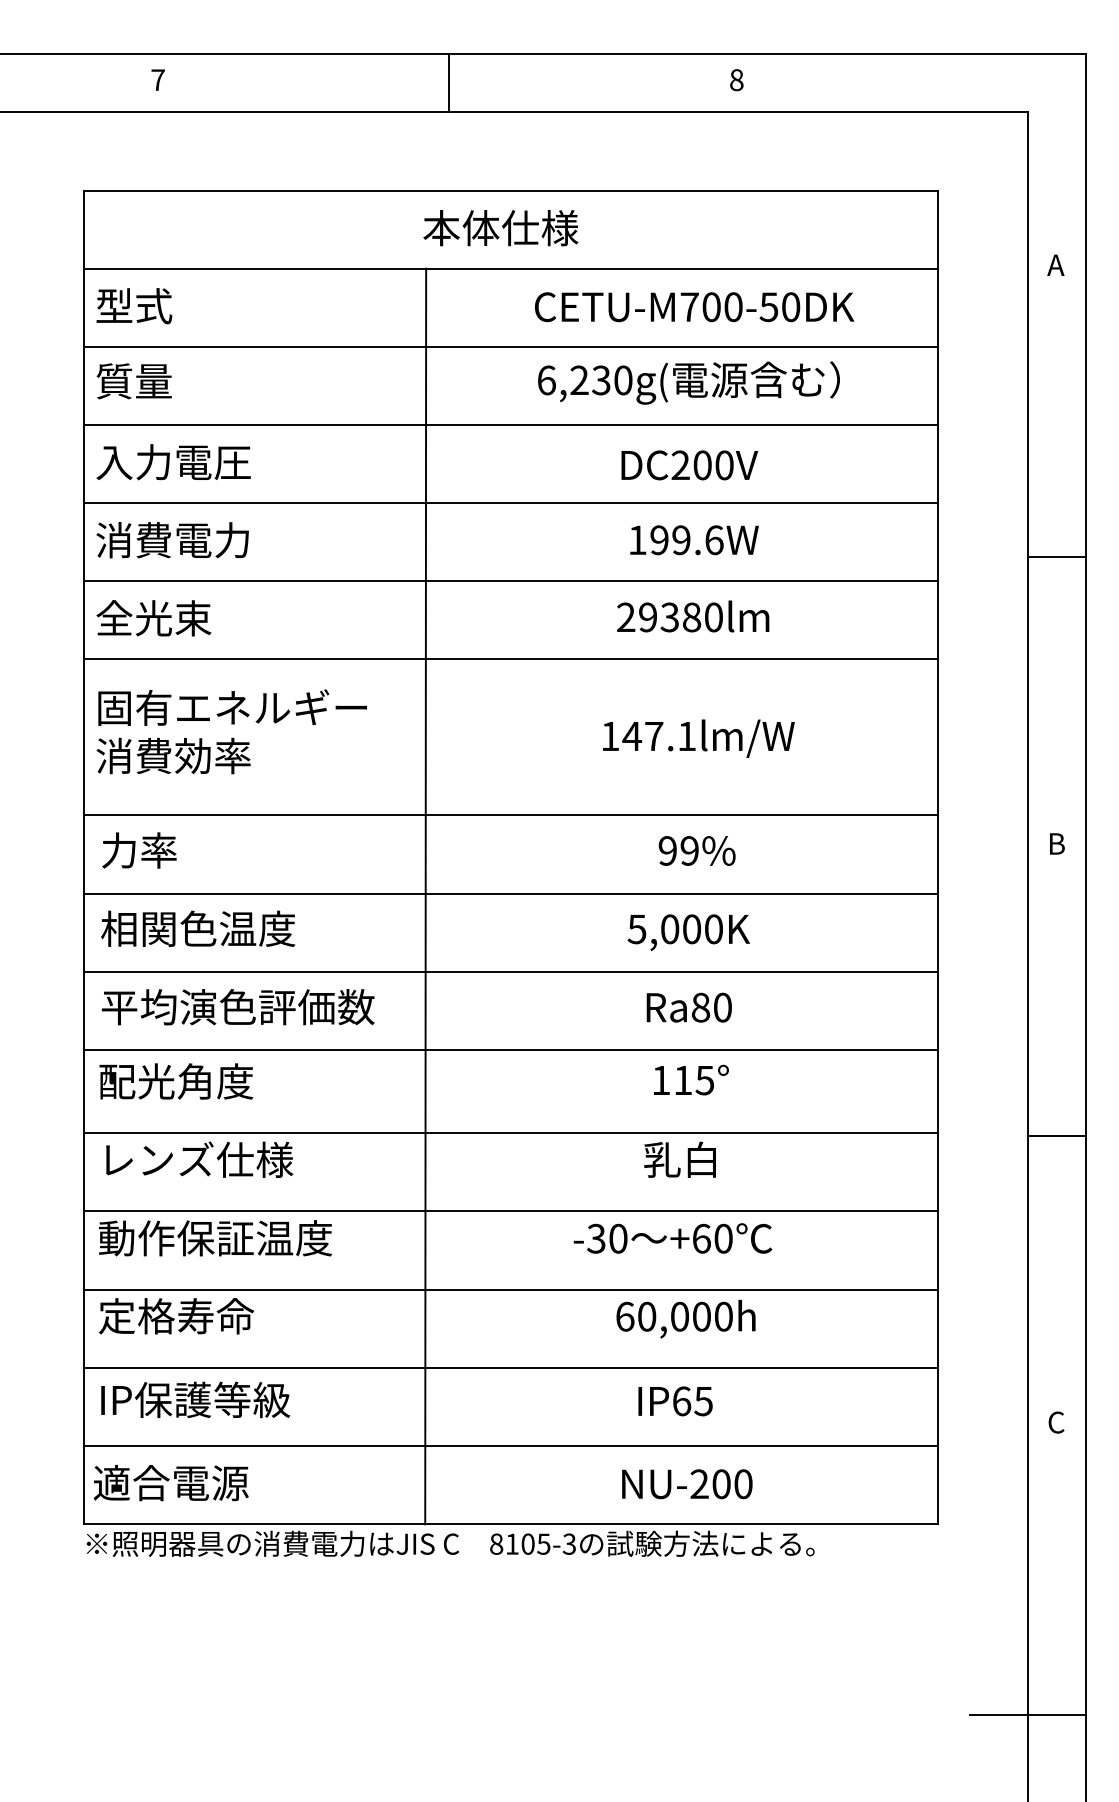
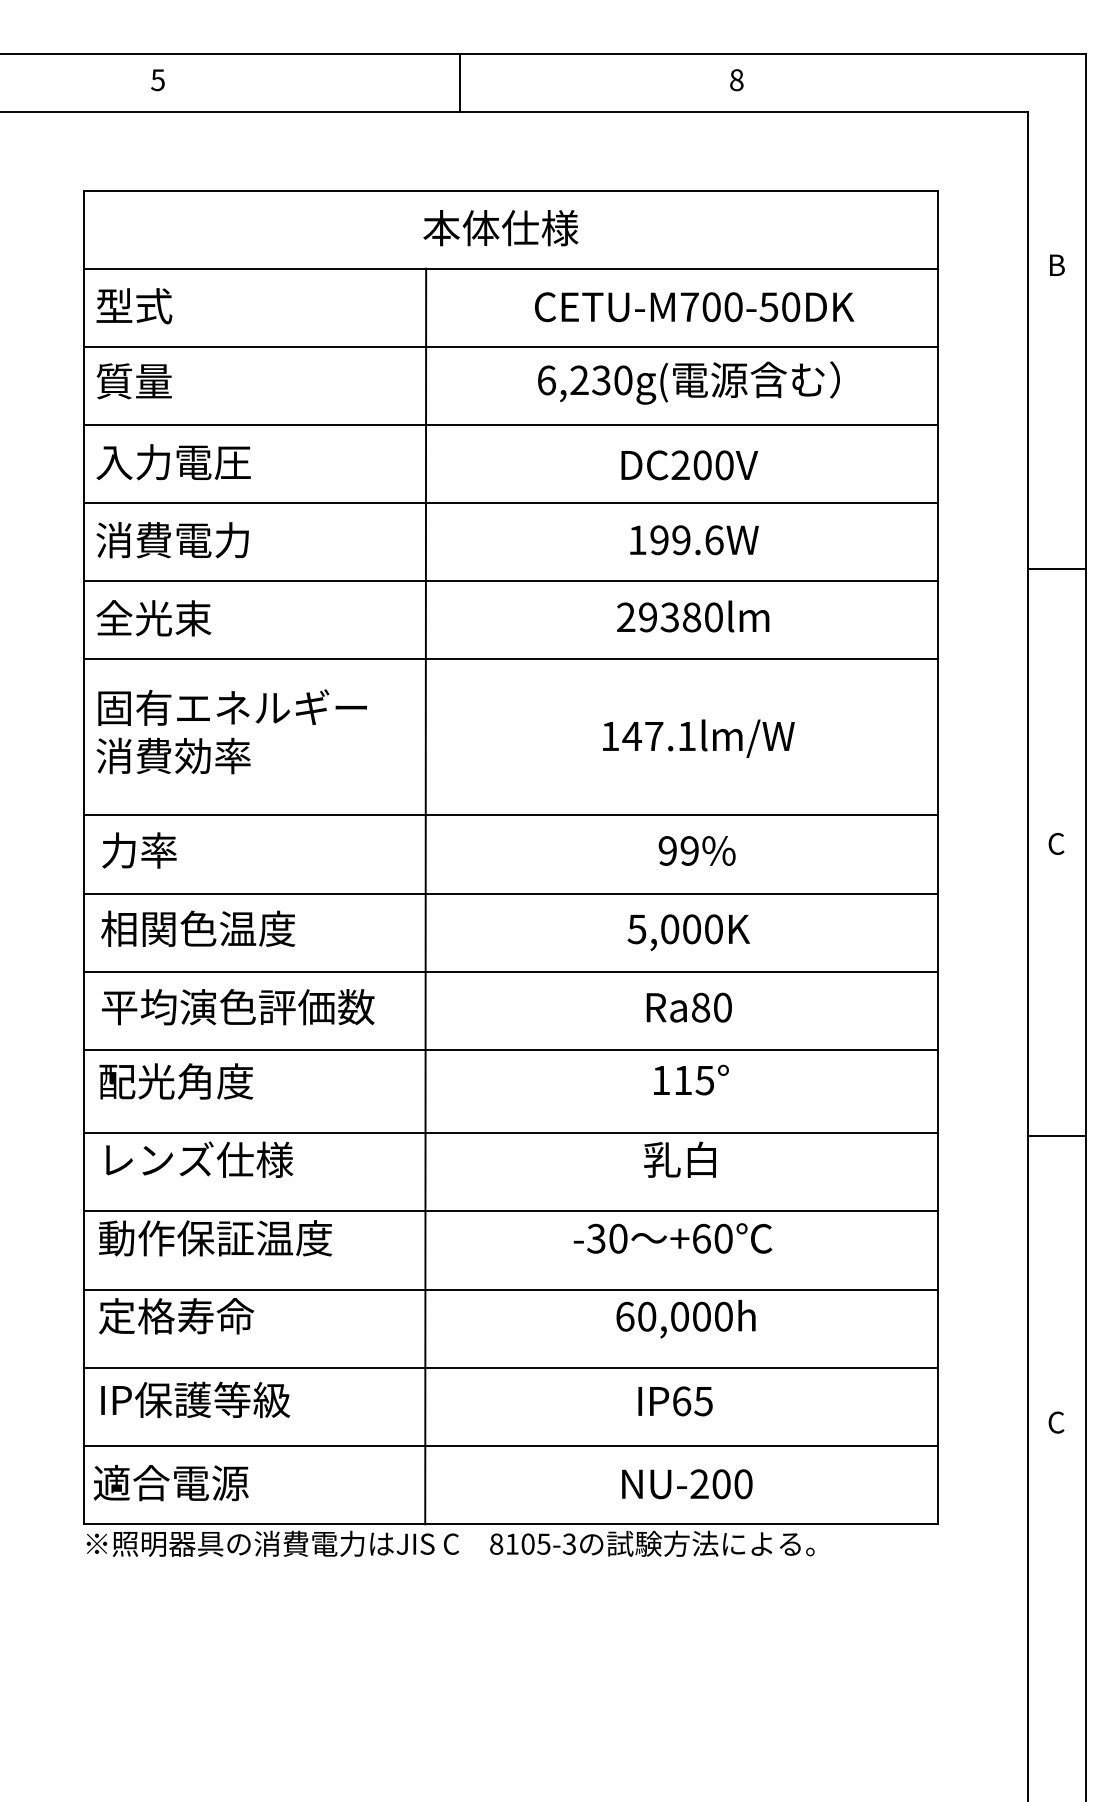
text at (157, 80): 7 -> 5
line at (449, 82) position: (449, 82) -> (460, 82)
text at (1055, 264): A -> B
line at (1056, 557) position: (1056, 557) -> (1056, 569)
text at (1056, 843): B -> C
line at (1027, 1714): present -> none
